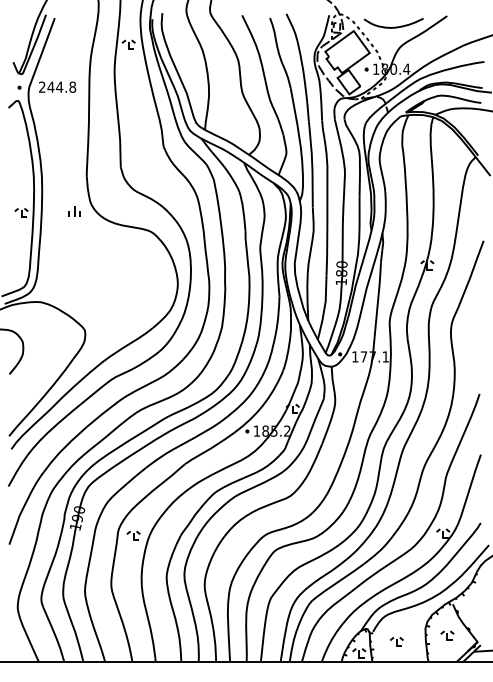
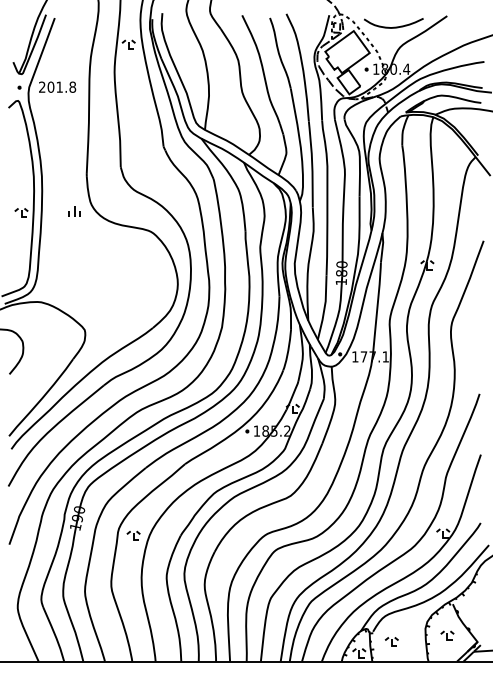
text at (55, 86): 244.8 -> 201.8
part at (396, 641) position: (396, 641) -> (391, 641)
